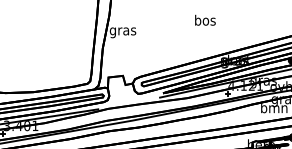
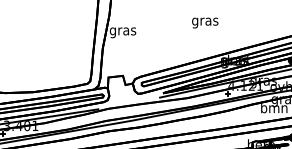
text at (205, 21): bos -> gras
